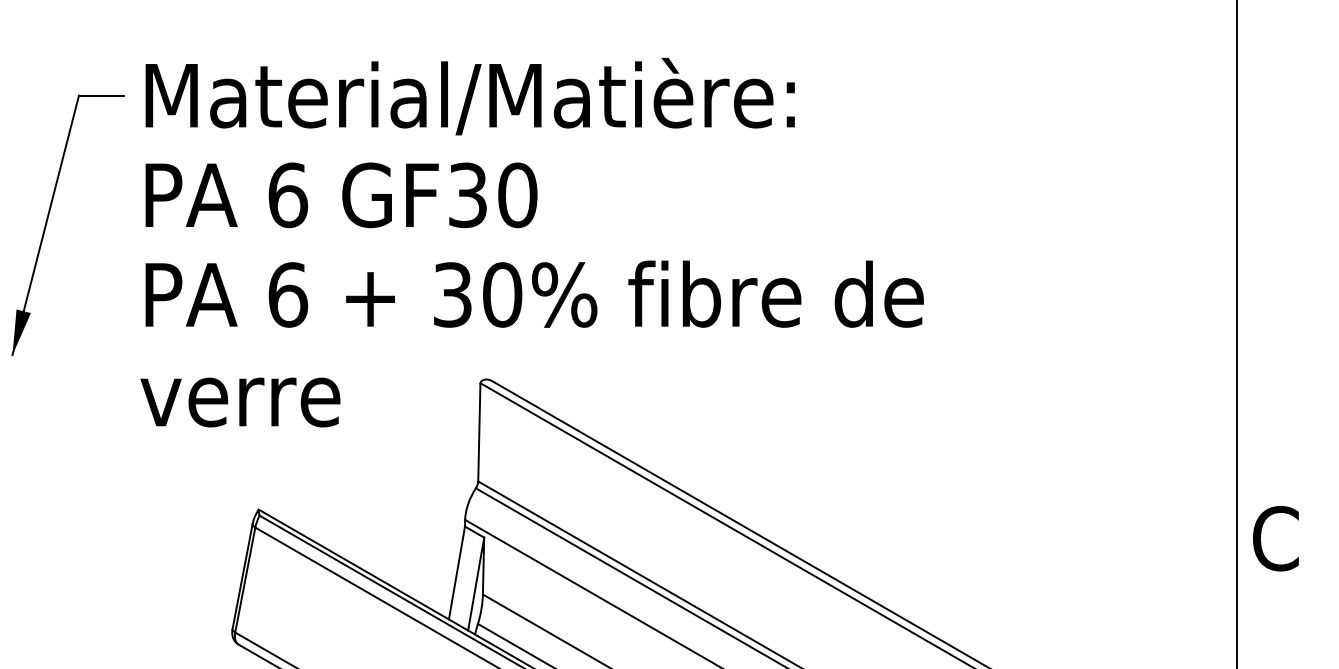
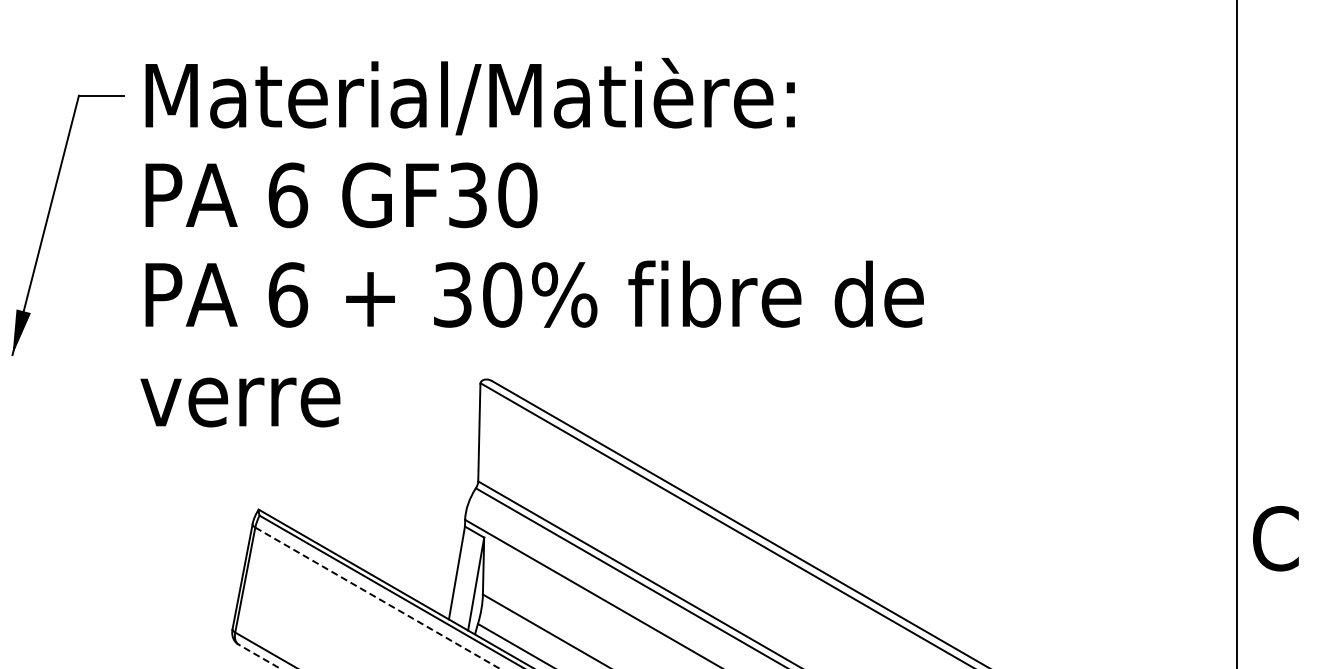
line at (378, 598): solid -> dashed
line at (259, 656): solid -> dashed
